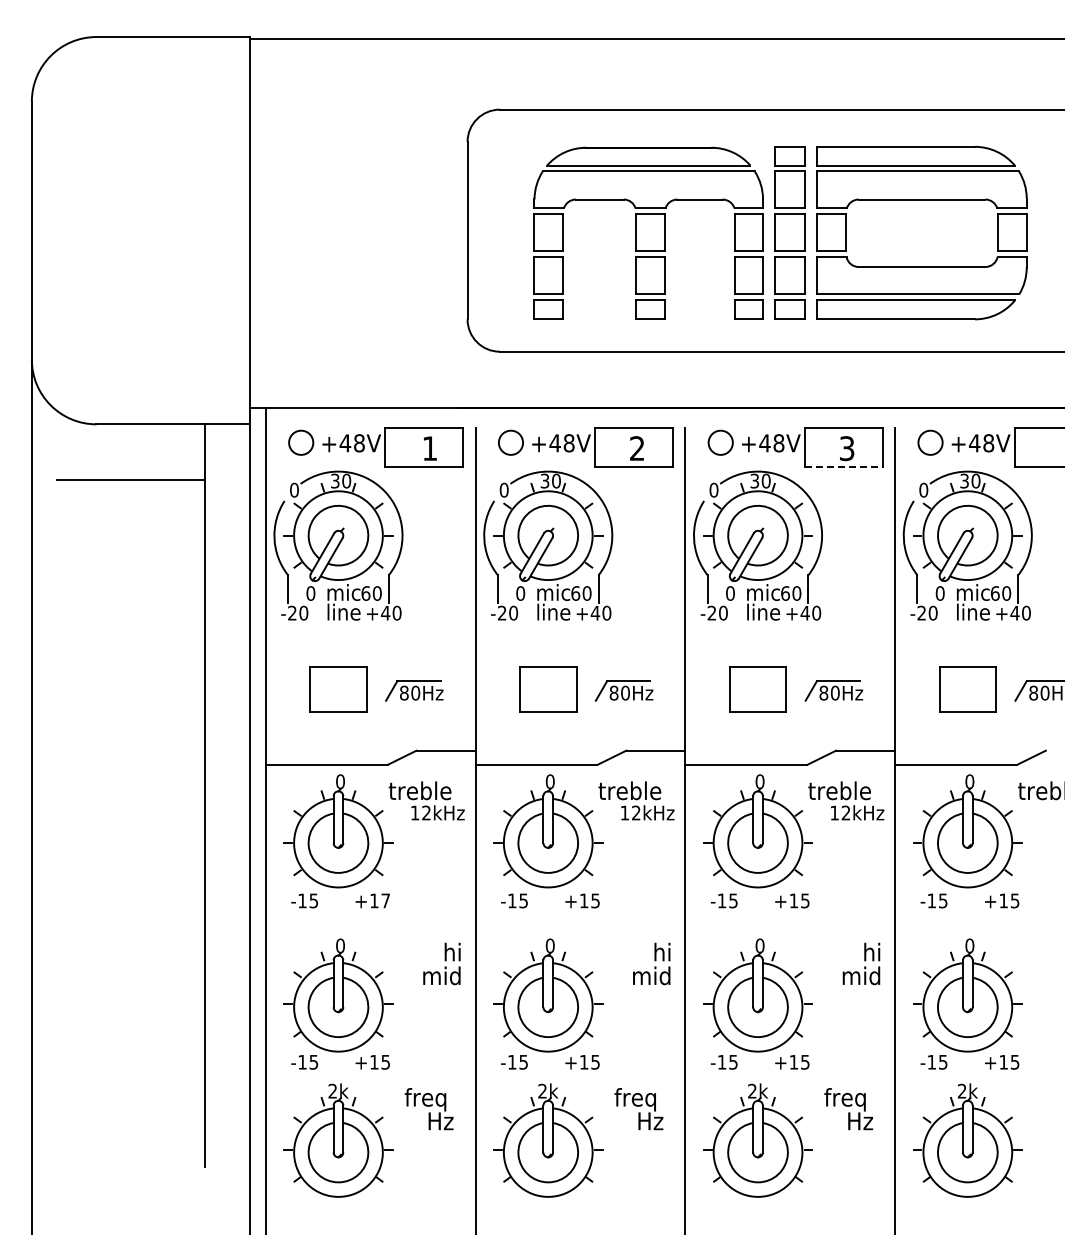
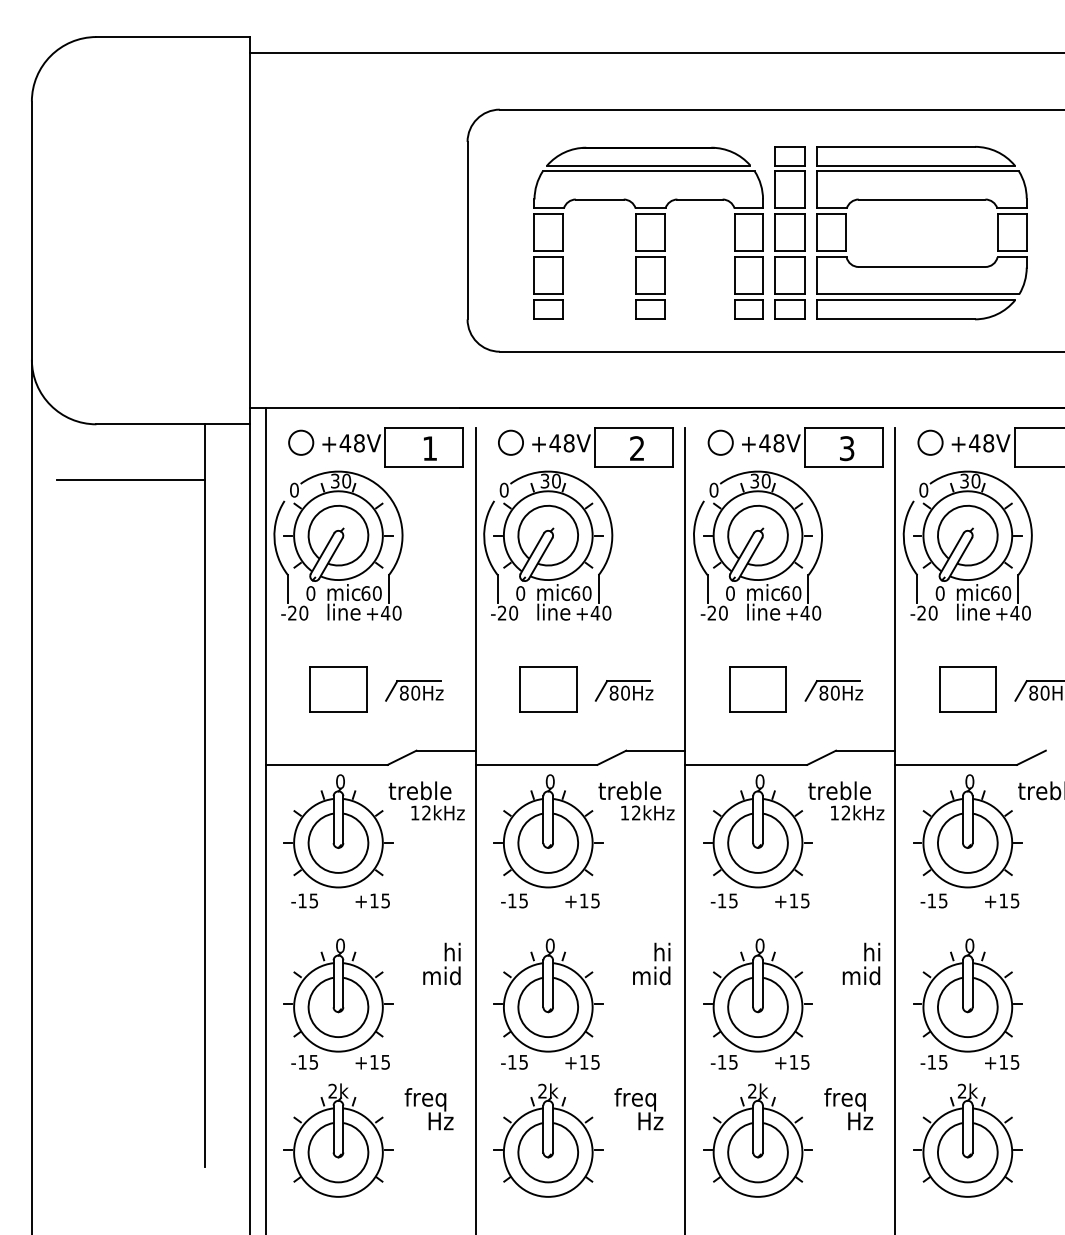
line at (655, 39) position: (655, 39) -> (655, 53)
line at (843, 467): dashed -> solid
text at (385, 900): +17 -> +15
